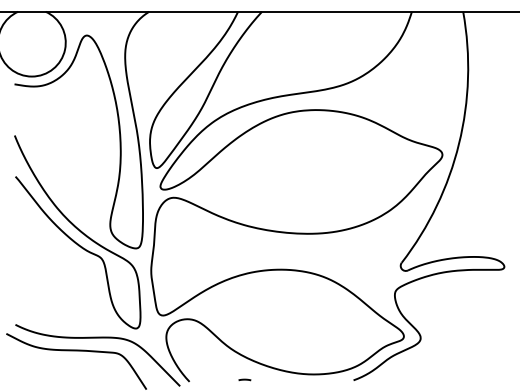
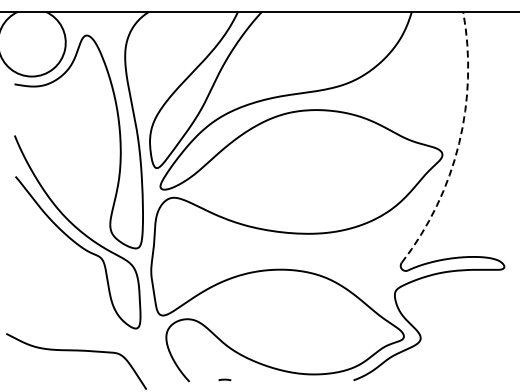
arc at (459, 143): solid -> dashed
curve at (97, 338): present -> none
curve at (244, 379) position: (244, 379) -> (224, 379)
